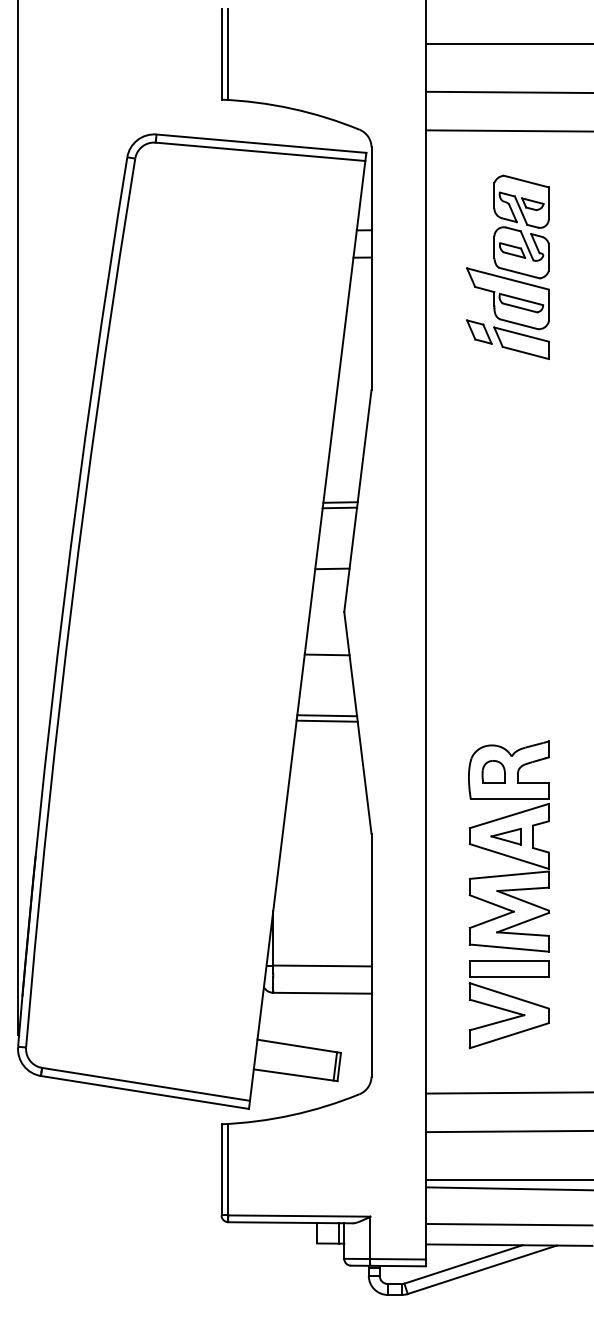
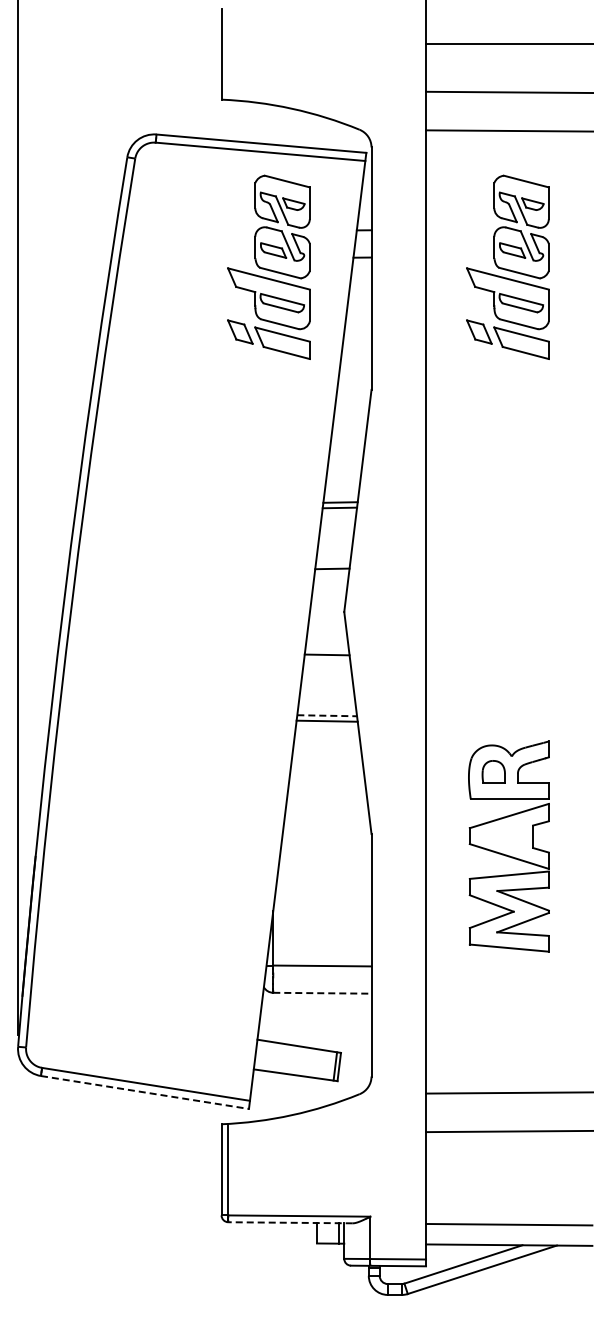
line at (228, 54): present -> none
part at (268, 266): none -> present
line at (327, 715): solid -> dashed
part at (505, 836): present -> none
line at (322, 993): solid -> dashed
part at (508, 1004): present -> none
line at (145, 1092): solid -> dashed
line at (508, 1180): present -> none
line at (508, 1188): present -> none
line at (290, 1222): solid -> dashed
